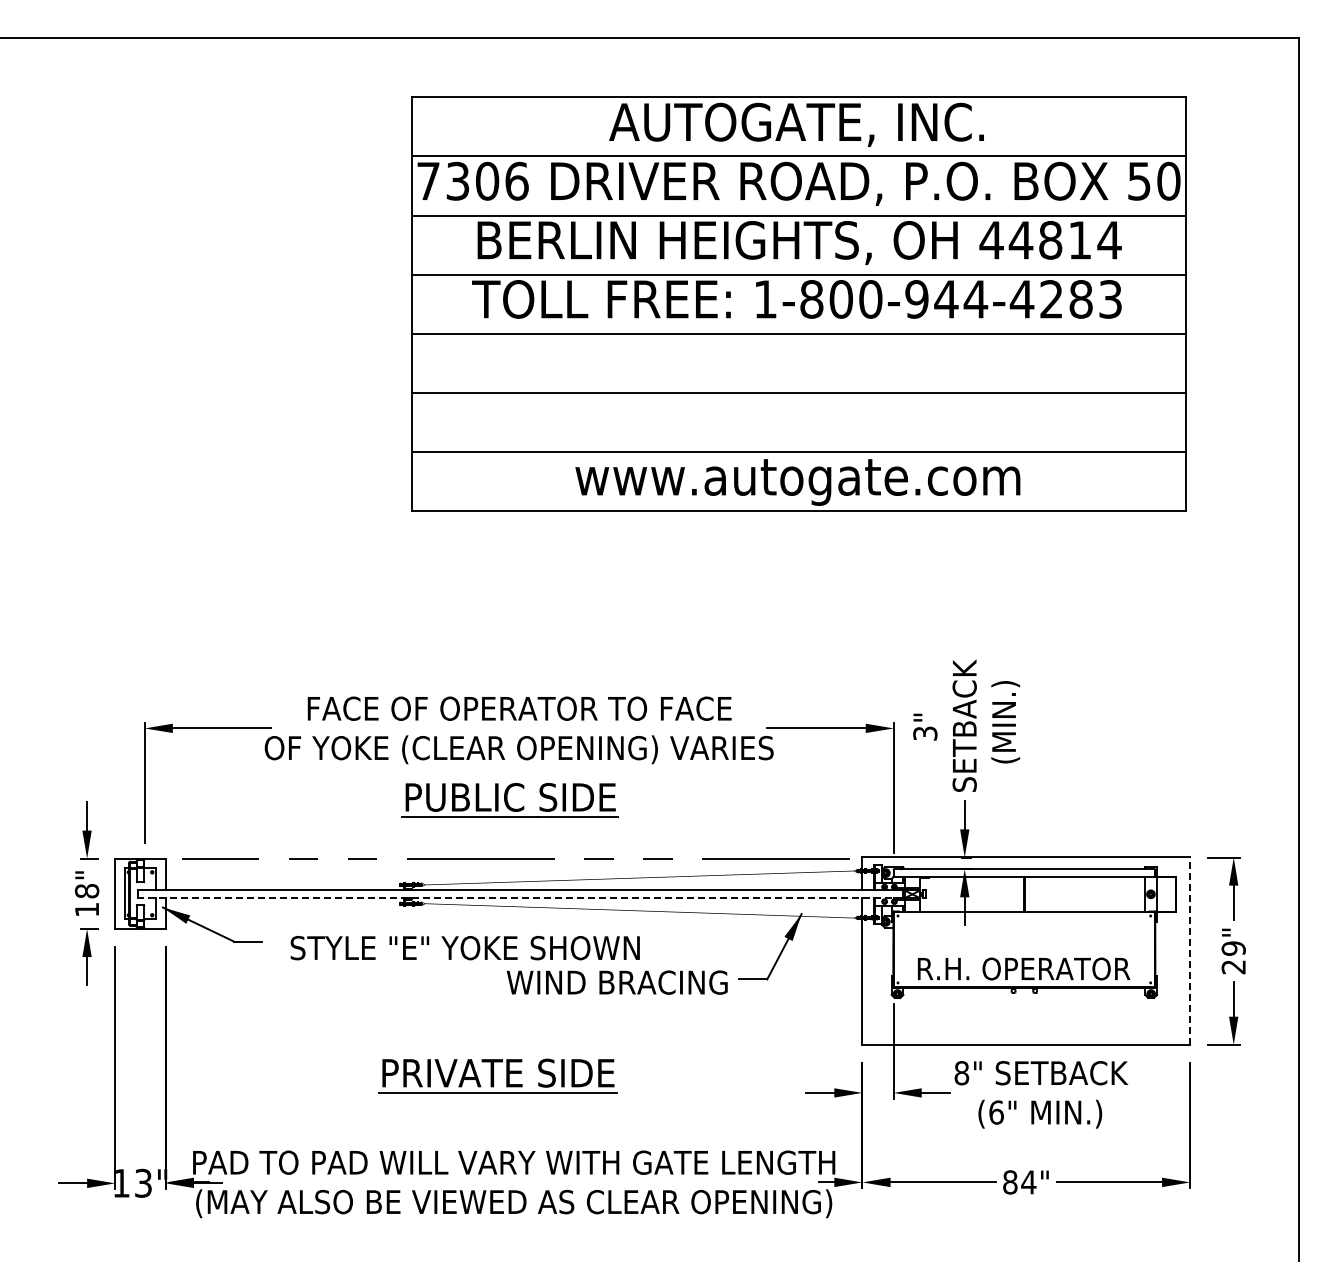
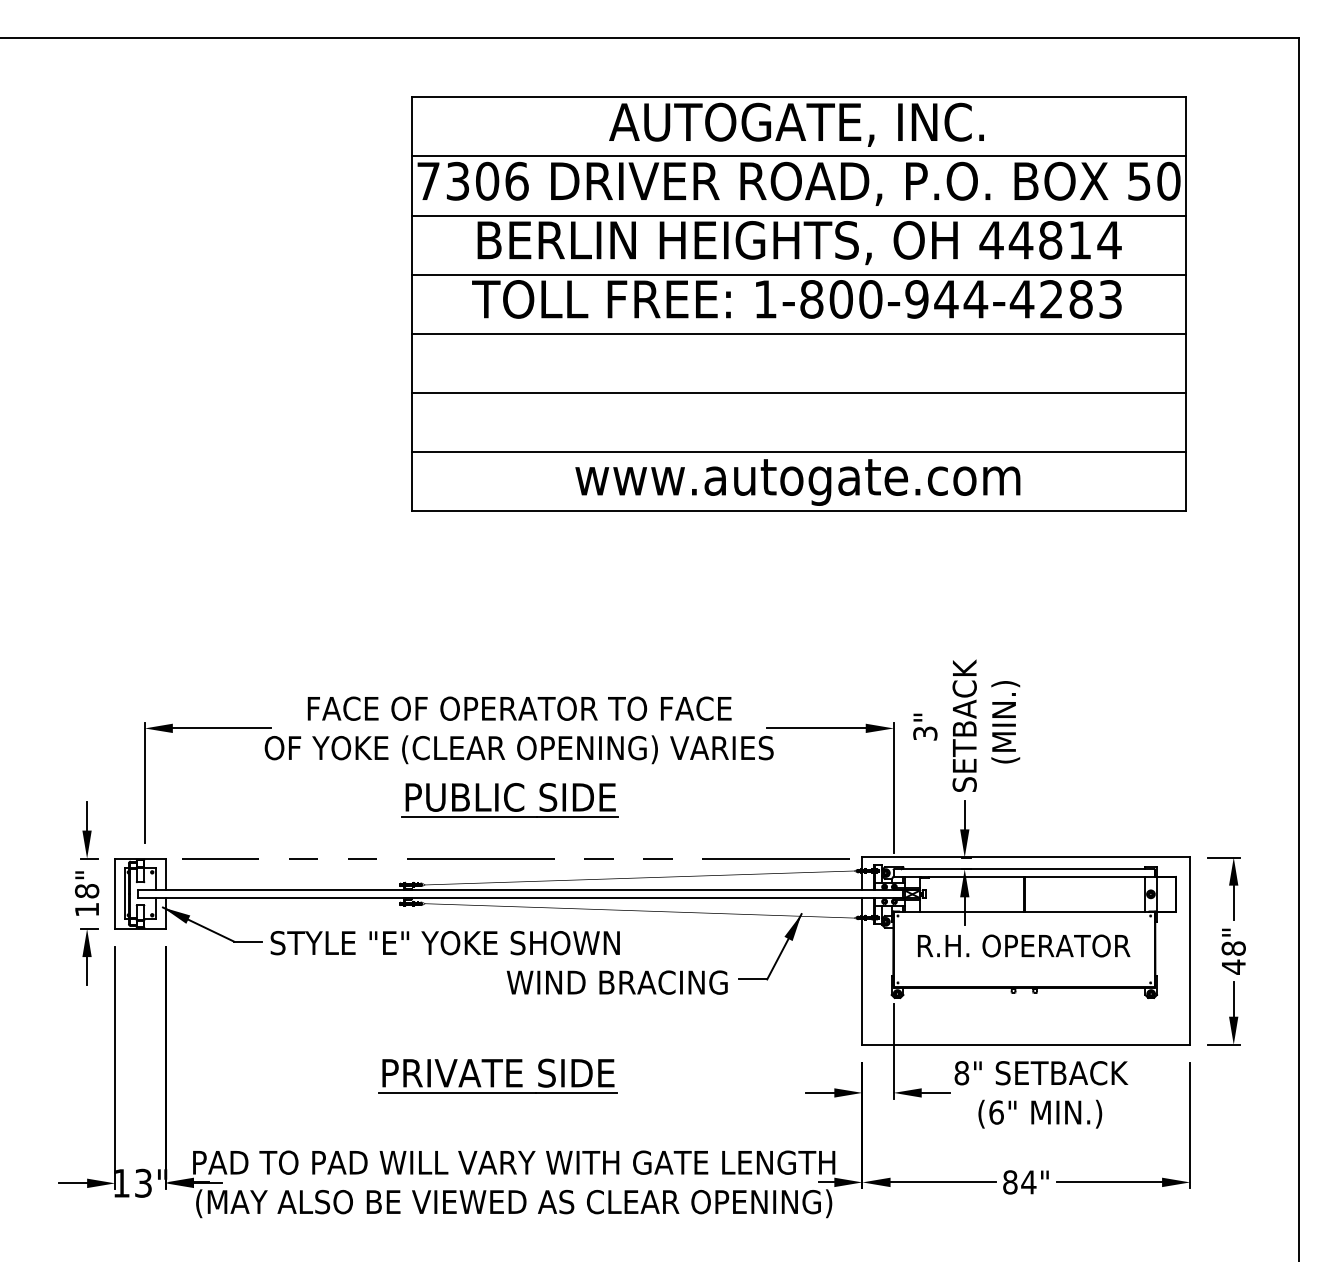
line at (520, 898): dashed -> solid
text at (464, 948) position: (464, 948) -> (444, 943)
line at (1190, 951): dashed -> solid
text at (1233, 957): 29" -> 48"
text at (1024, 968) position: (1024, 968) -> (1024, 945)
